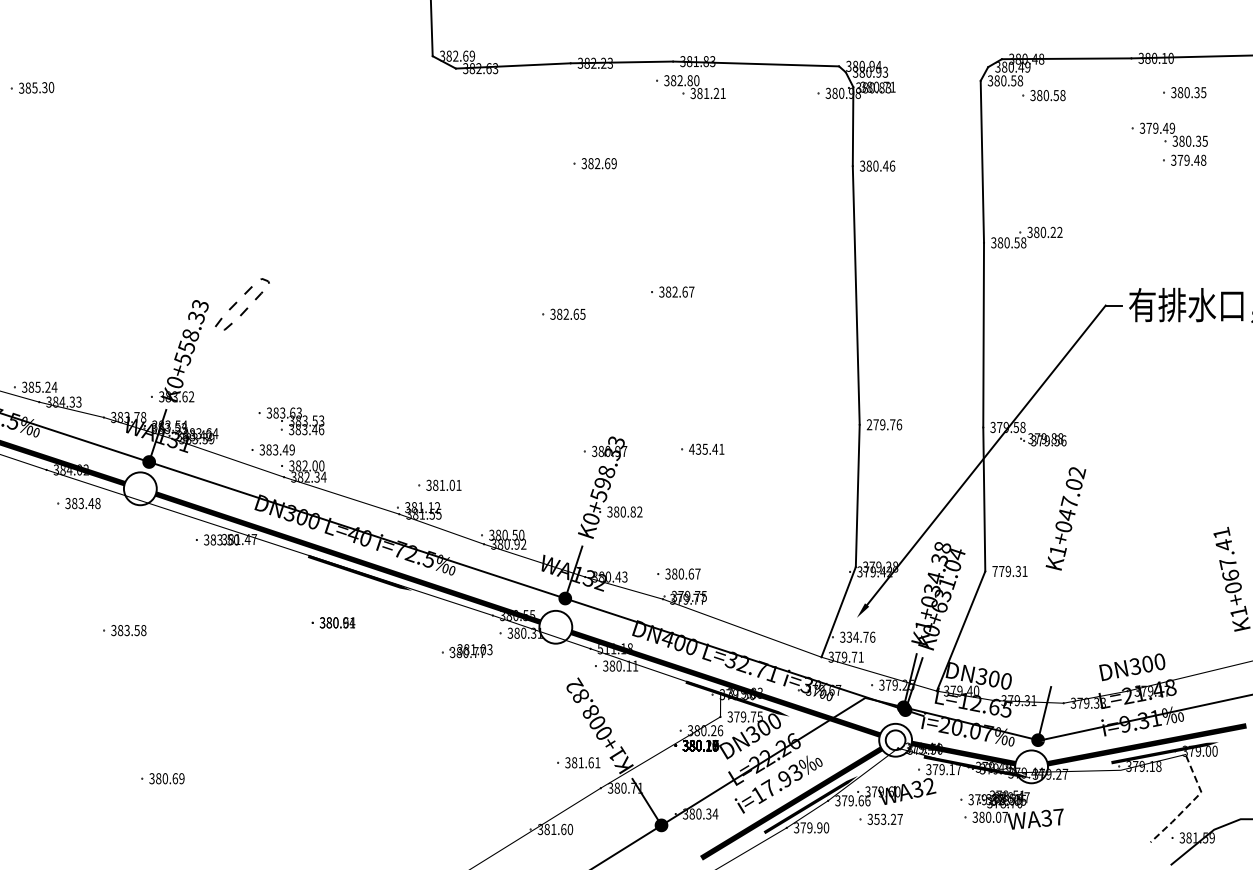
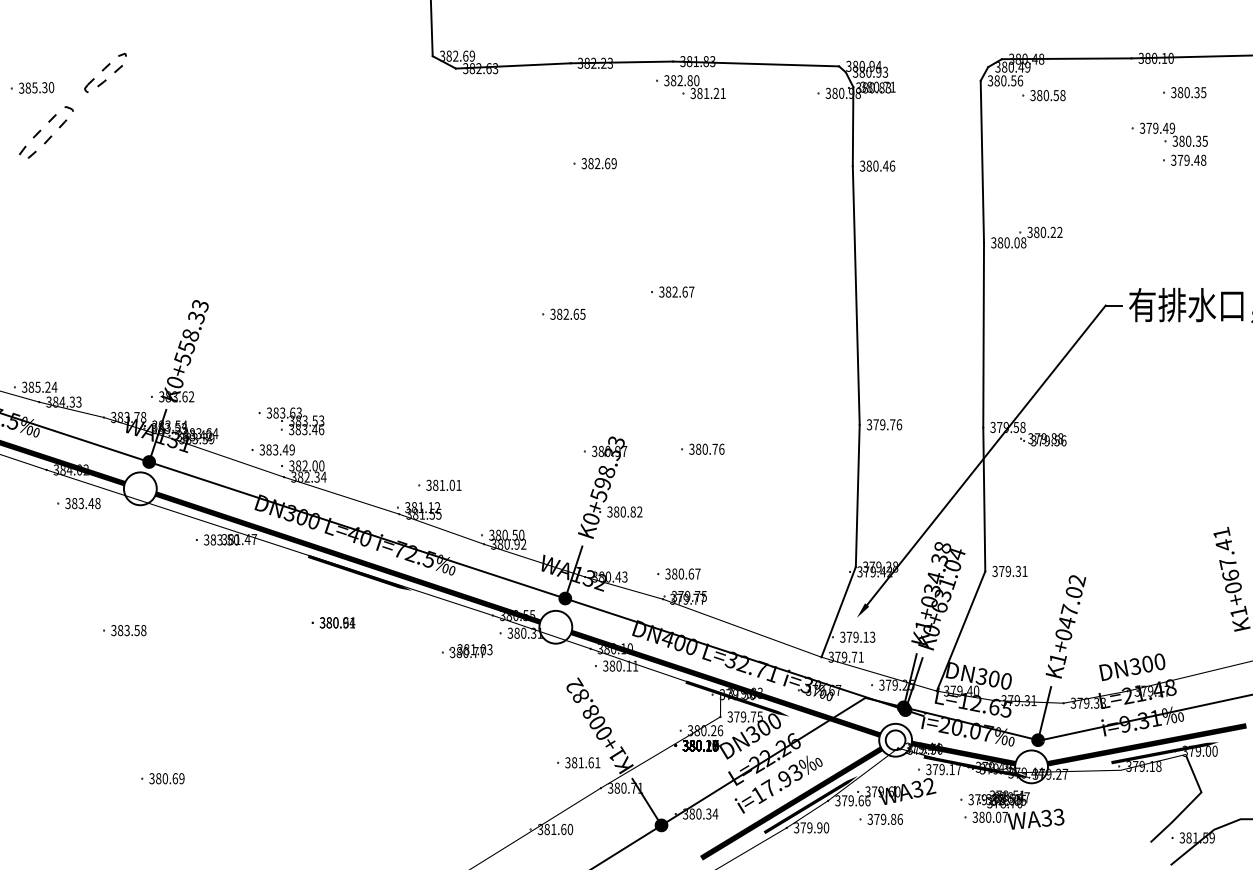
part at (105, 72): none -> present
text at (1020, 80): 380.58 -> 380.56
text at (1016, 242): 380.58 -> 380.08
part at (242, 304) position: (242, 304) -> (46, 132)
text at (869, 425): 279.76 -> 379.76
text at (706, 448): 435.41 -> 380.76
text at (1065, 518) position: (1065, 518) -> (1065, 626)
text at (994, 571): 779.31 -> 379.31
text at (860, 636): 334.76 -> 379.13
text at (615, 648): 511.18 -> 380.10
line at (1190, 803): dashed -> solid
text at (1058, 816): WA37 -> WA33
text at (888, 818): 353.27 -> 379.86
